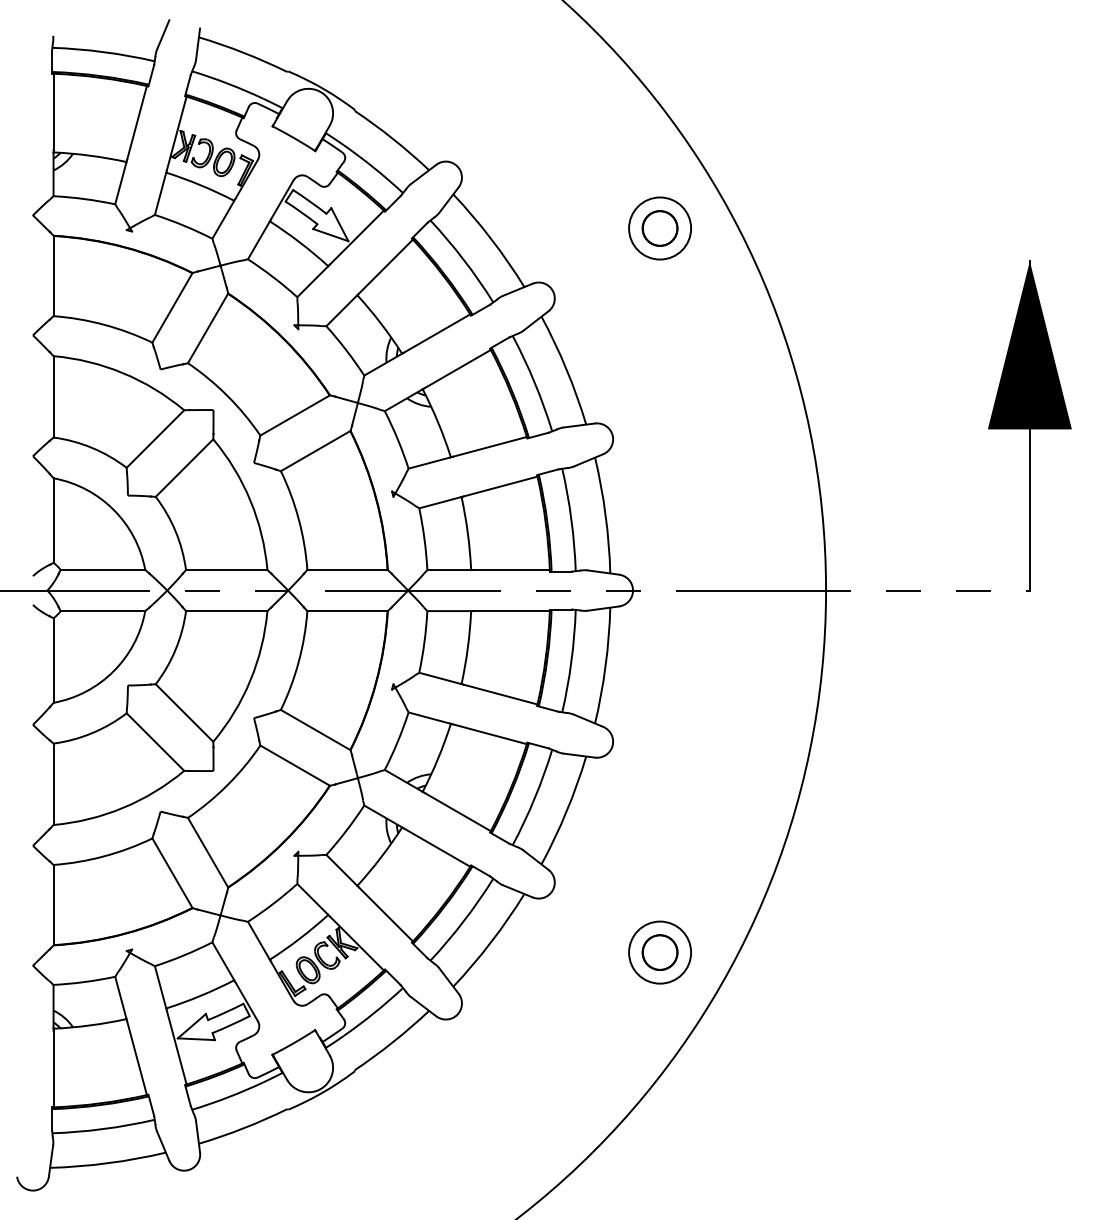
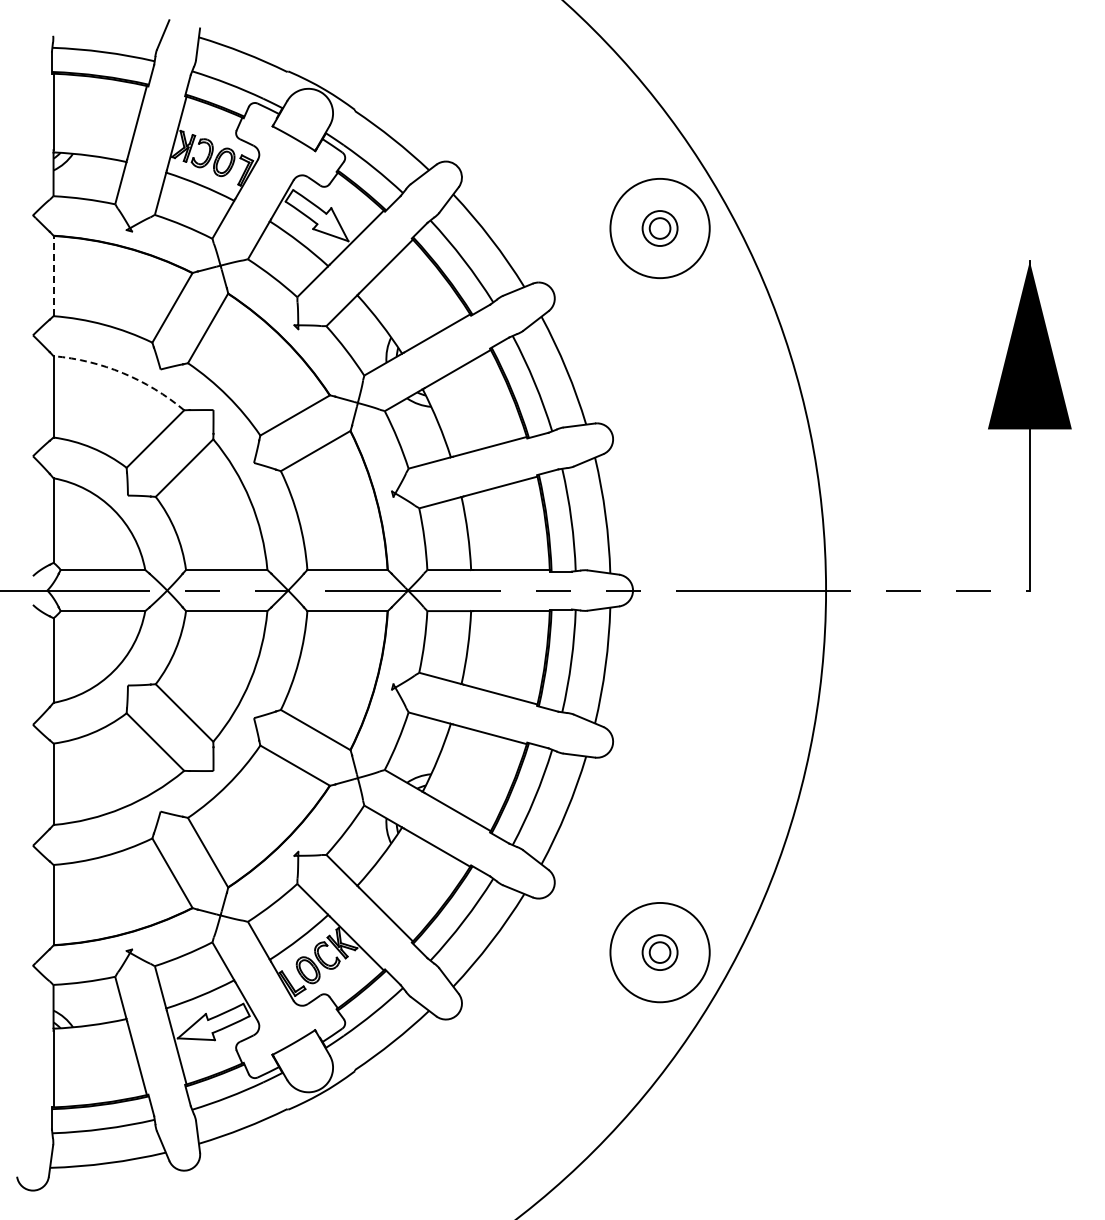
circle at (659, 228) diameter: 34 px -> 21 px
circle at (660, 228) diameter: 62 px -> 99 px
line at (53, 275): solid -> dashed
arc at (123, 373): solid -> dashed
circle at (659, 952) diameter: 34 px -> 21 px
circle at (660, 952) diameter: 62 px -> 99 px
